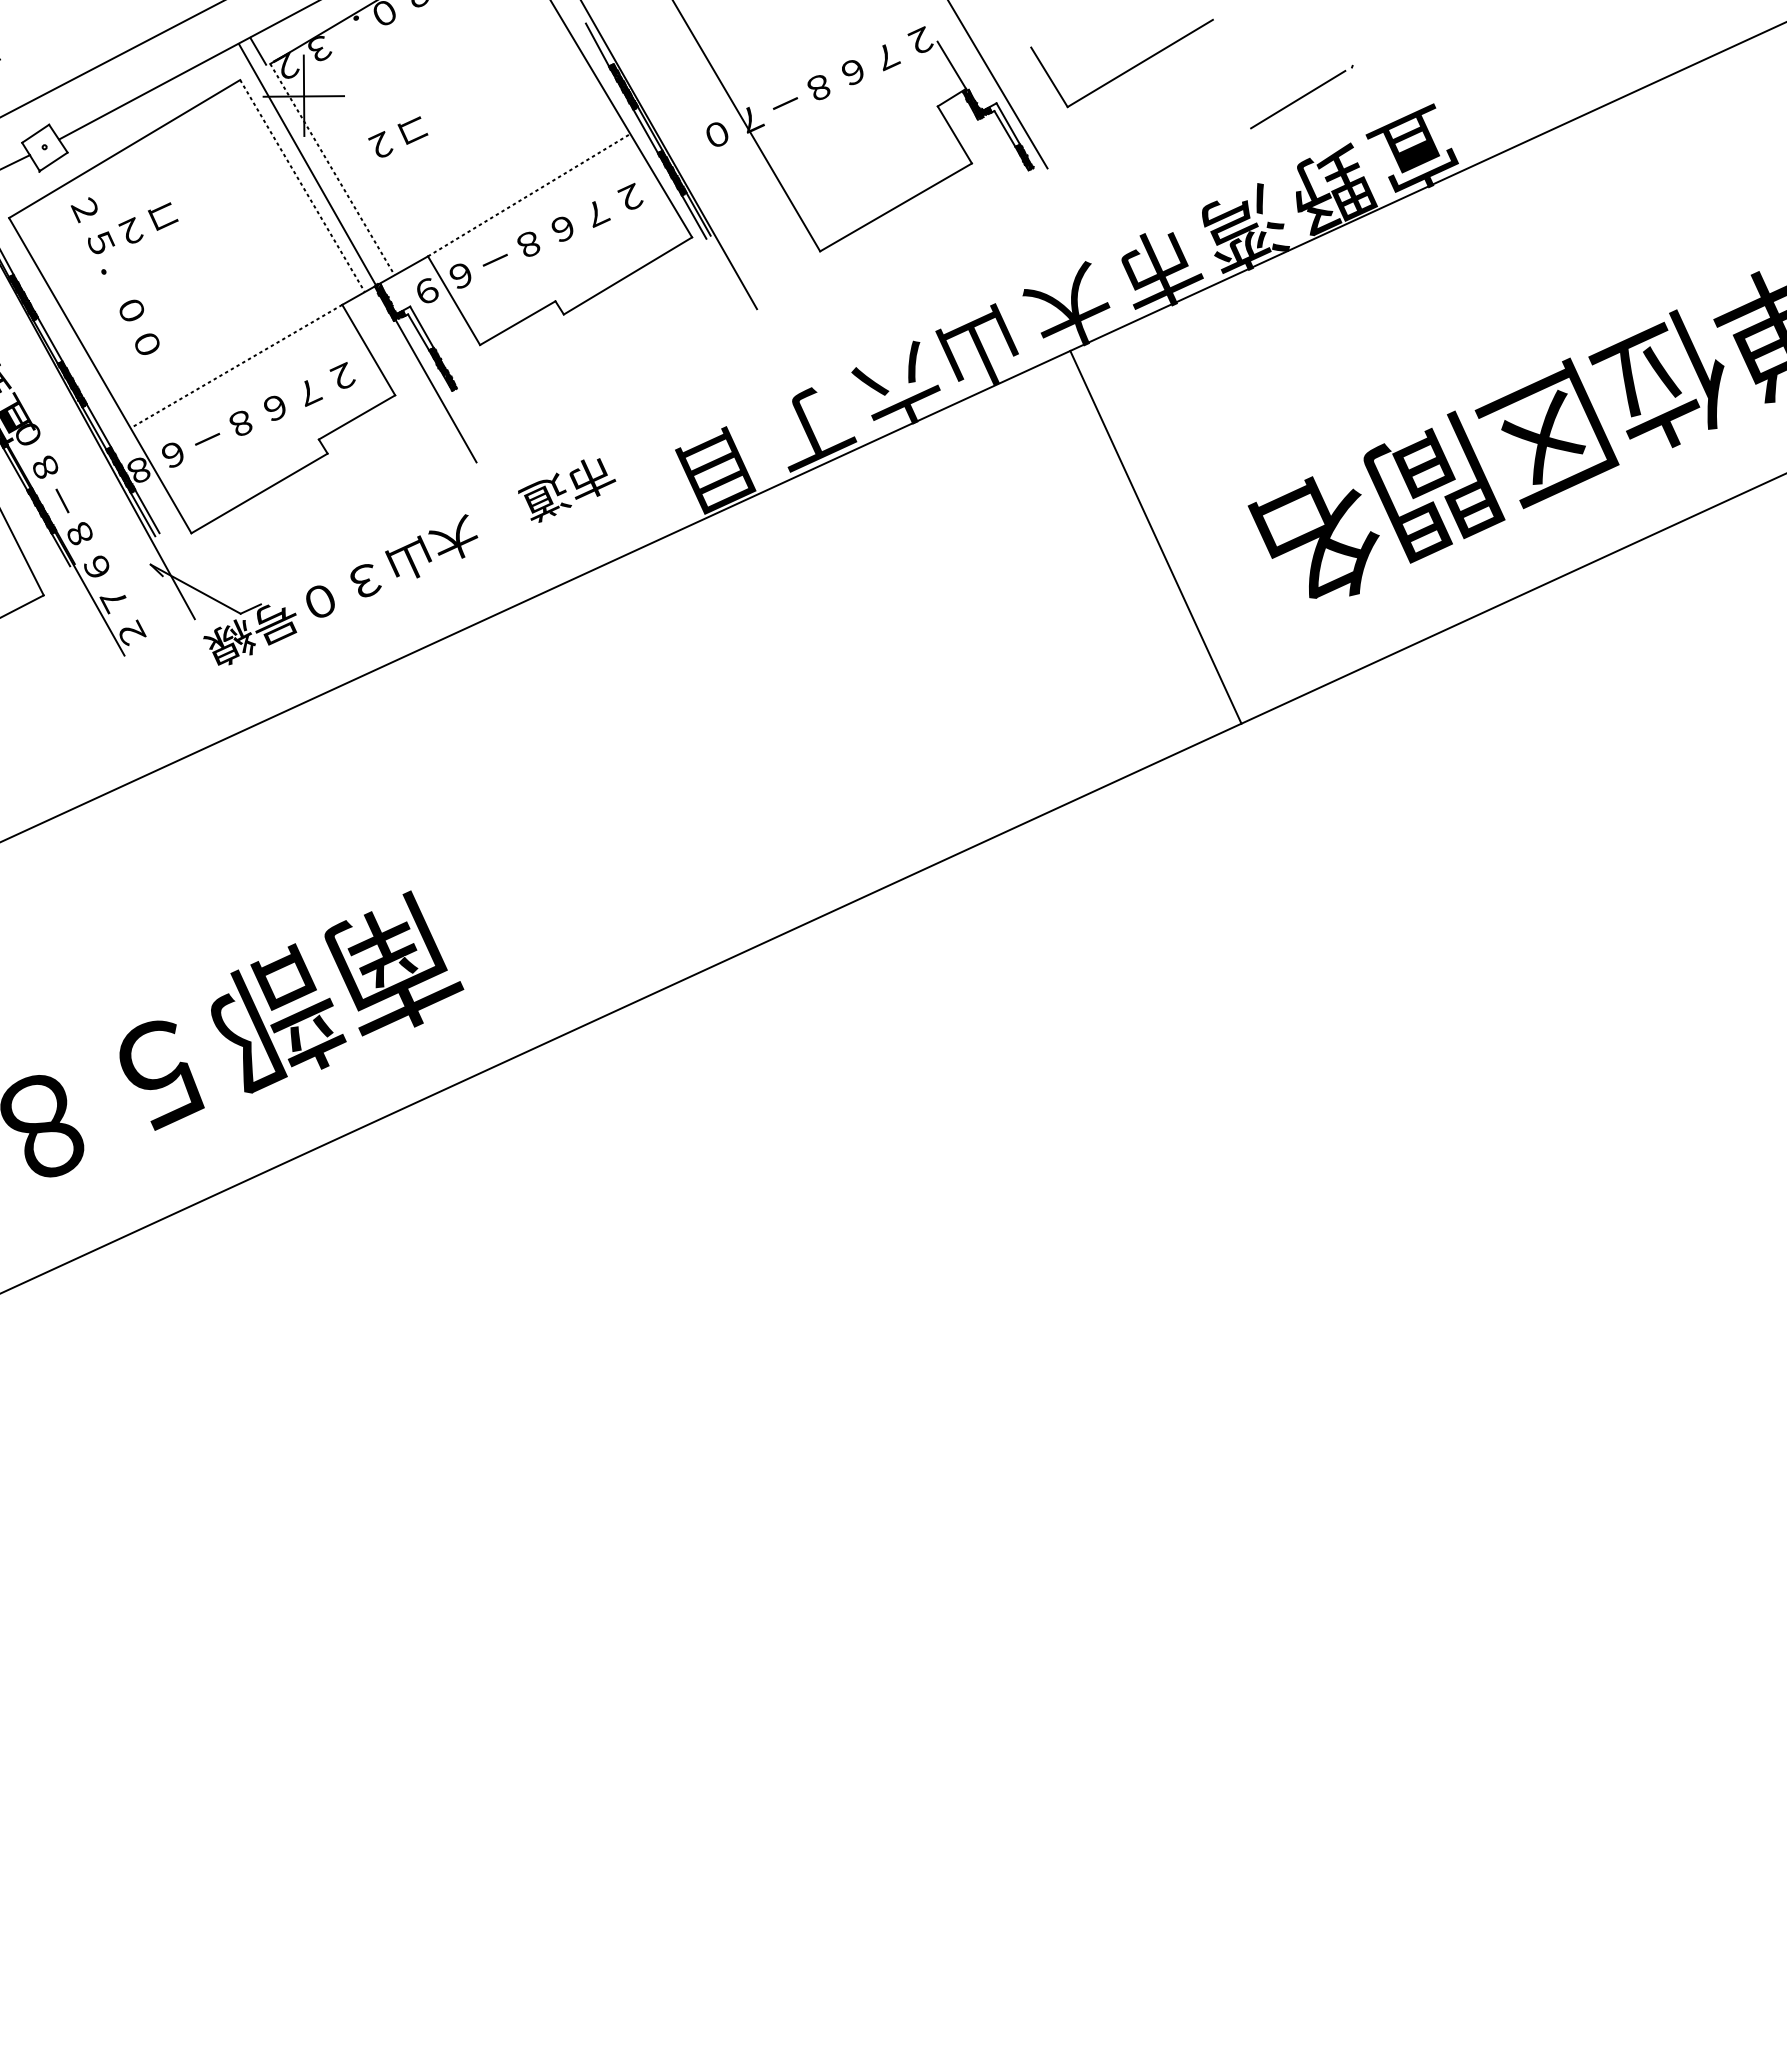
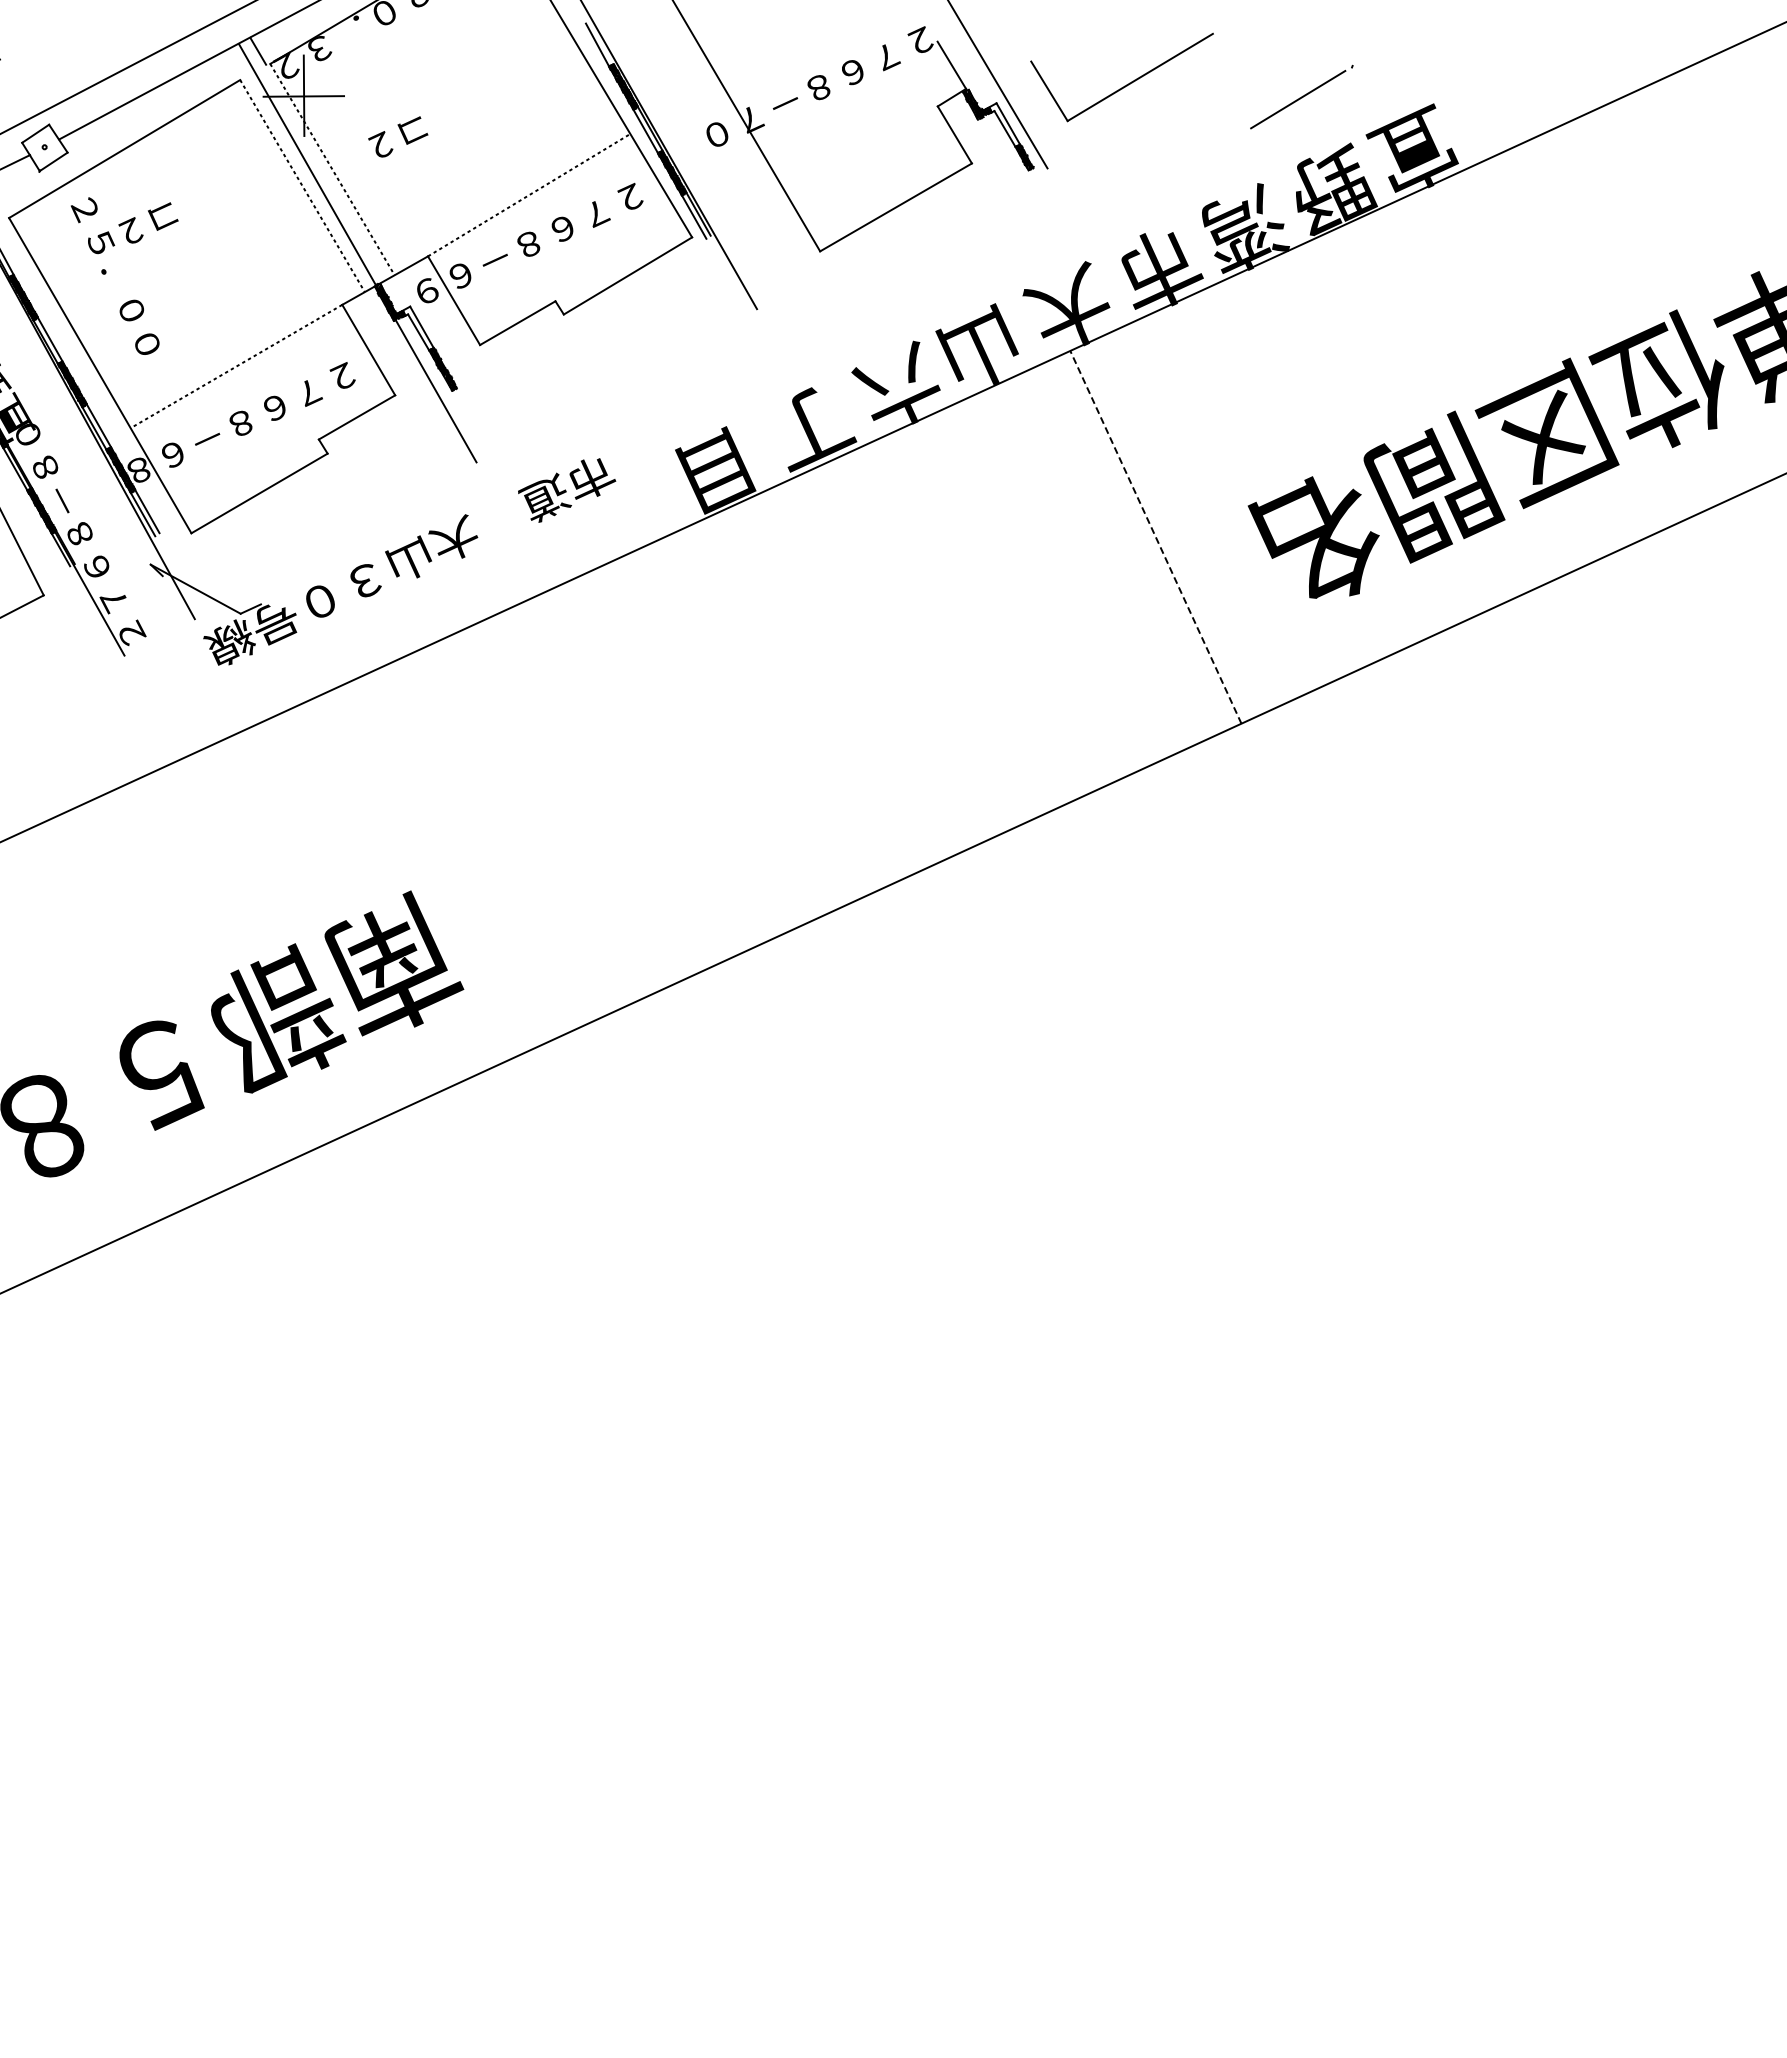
line at (111, 59) position: (111, 59) -> (127, 67)
part at (1124, 71) position: (1124, 71) -> (1124, 85)
line at (1155, 536): solid -> dashed
